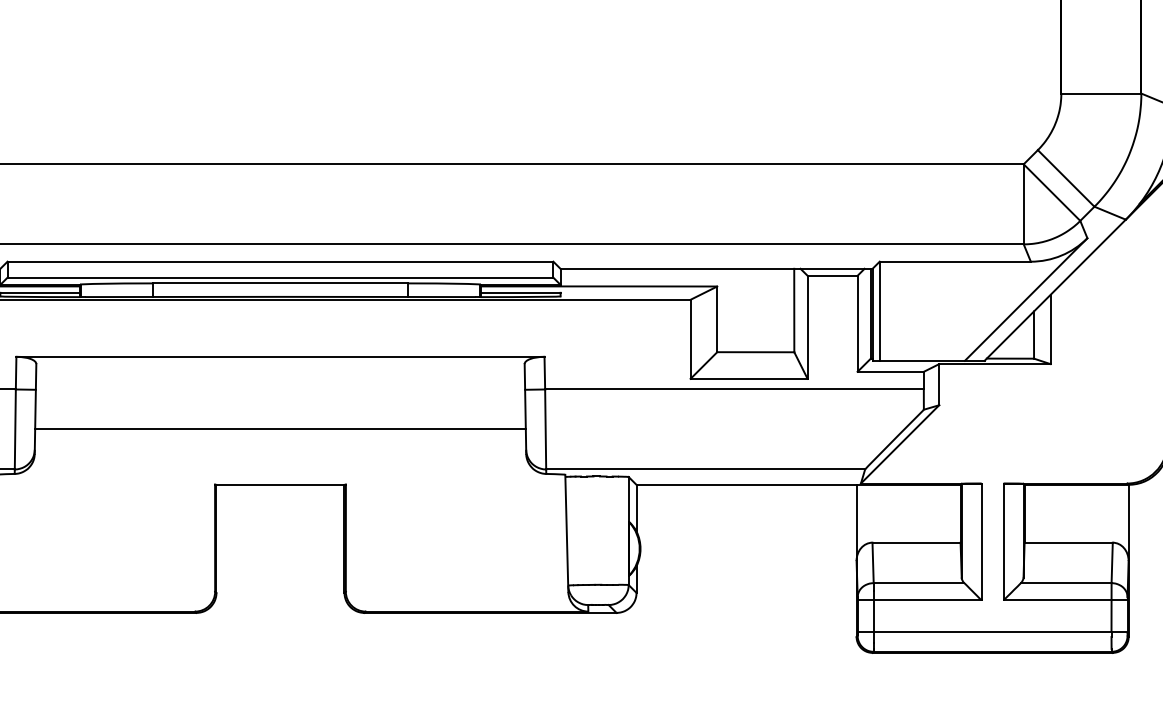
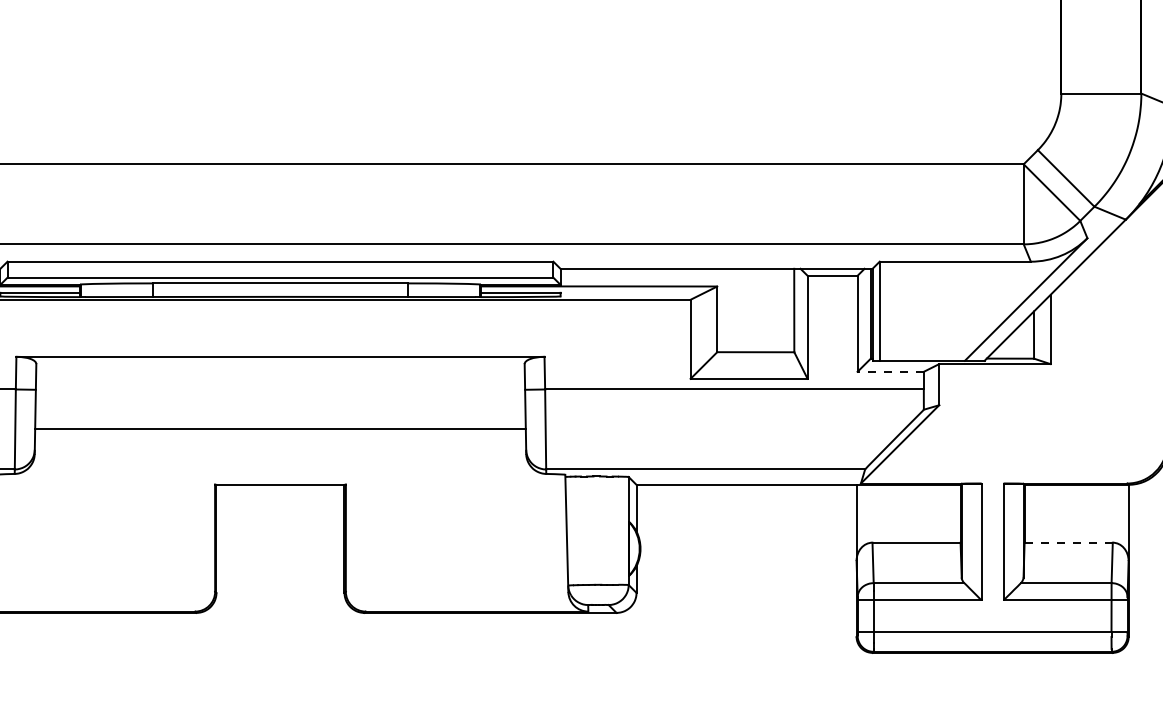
line at (890, 371): solid -> dashed
line at (1069, 542): solid -> dashed
